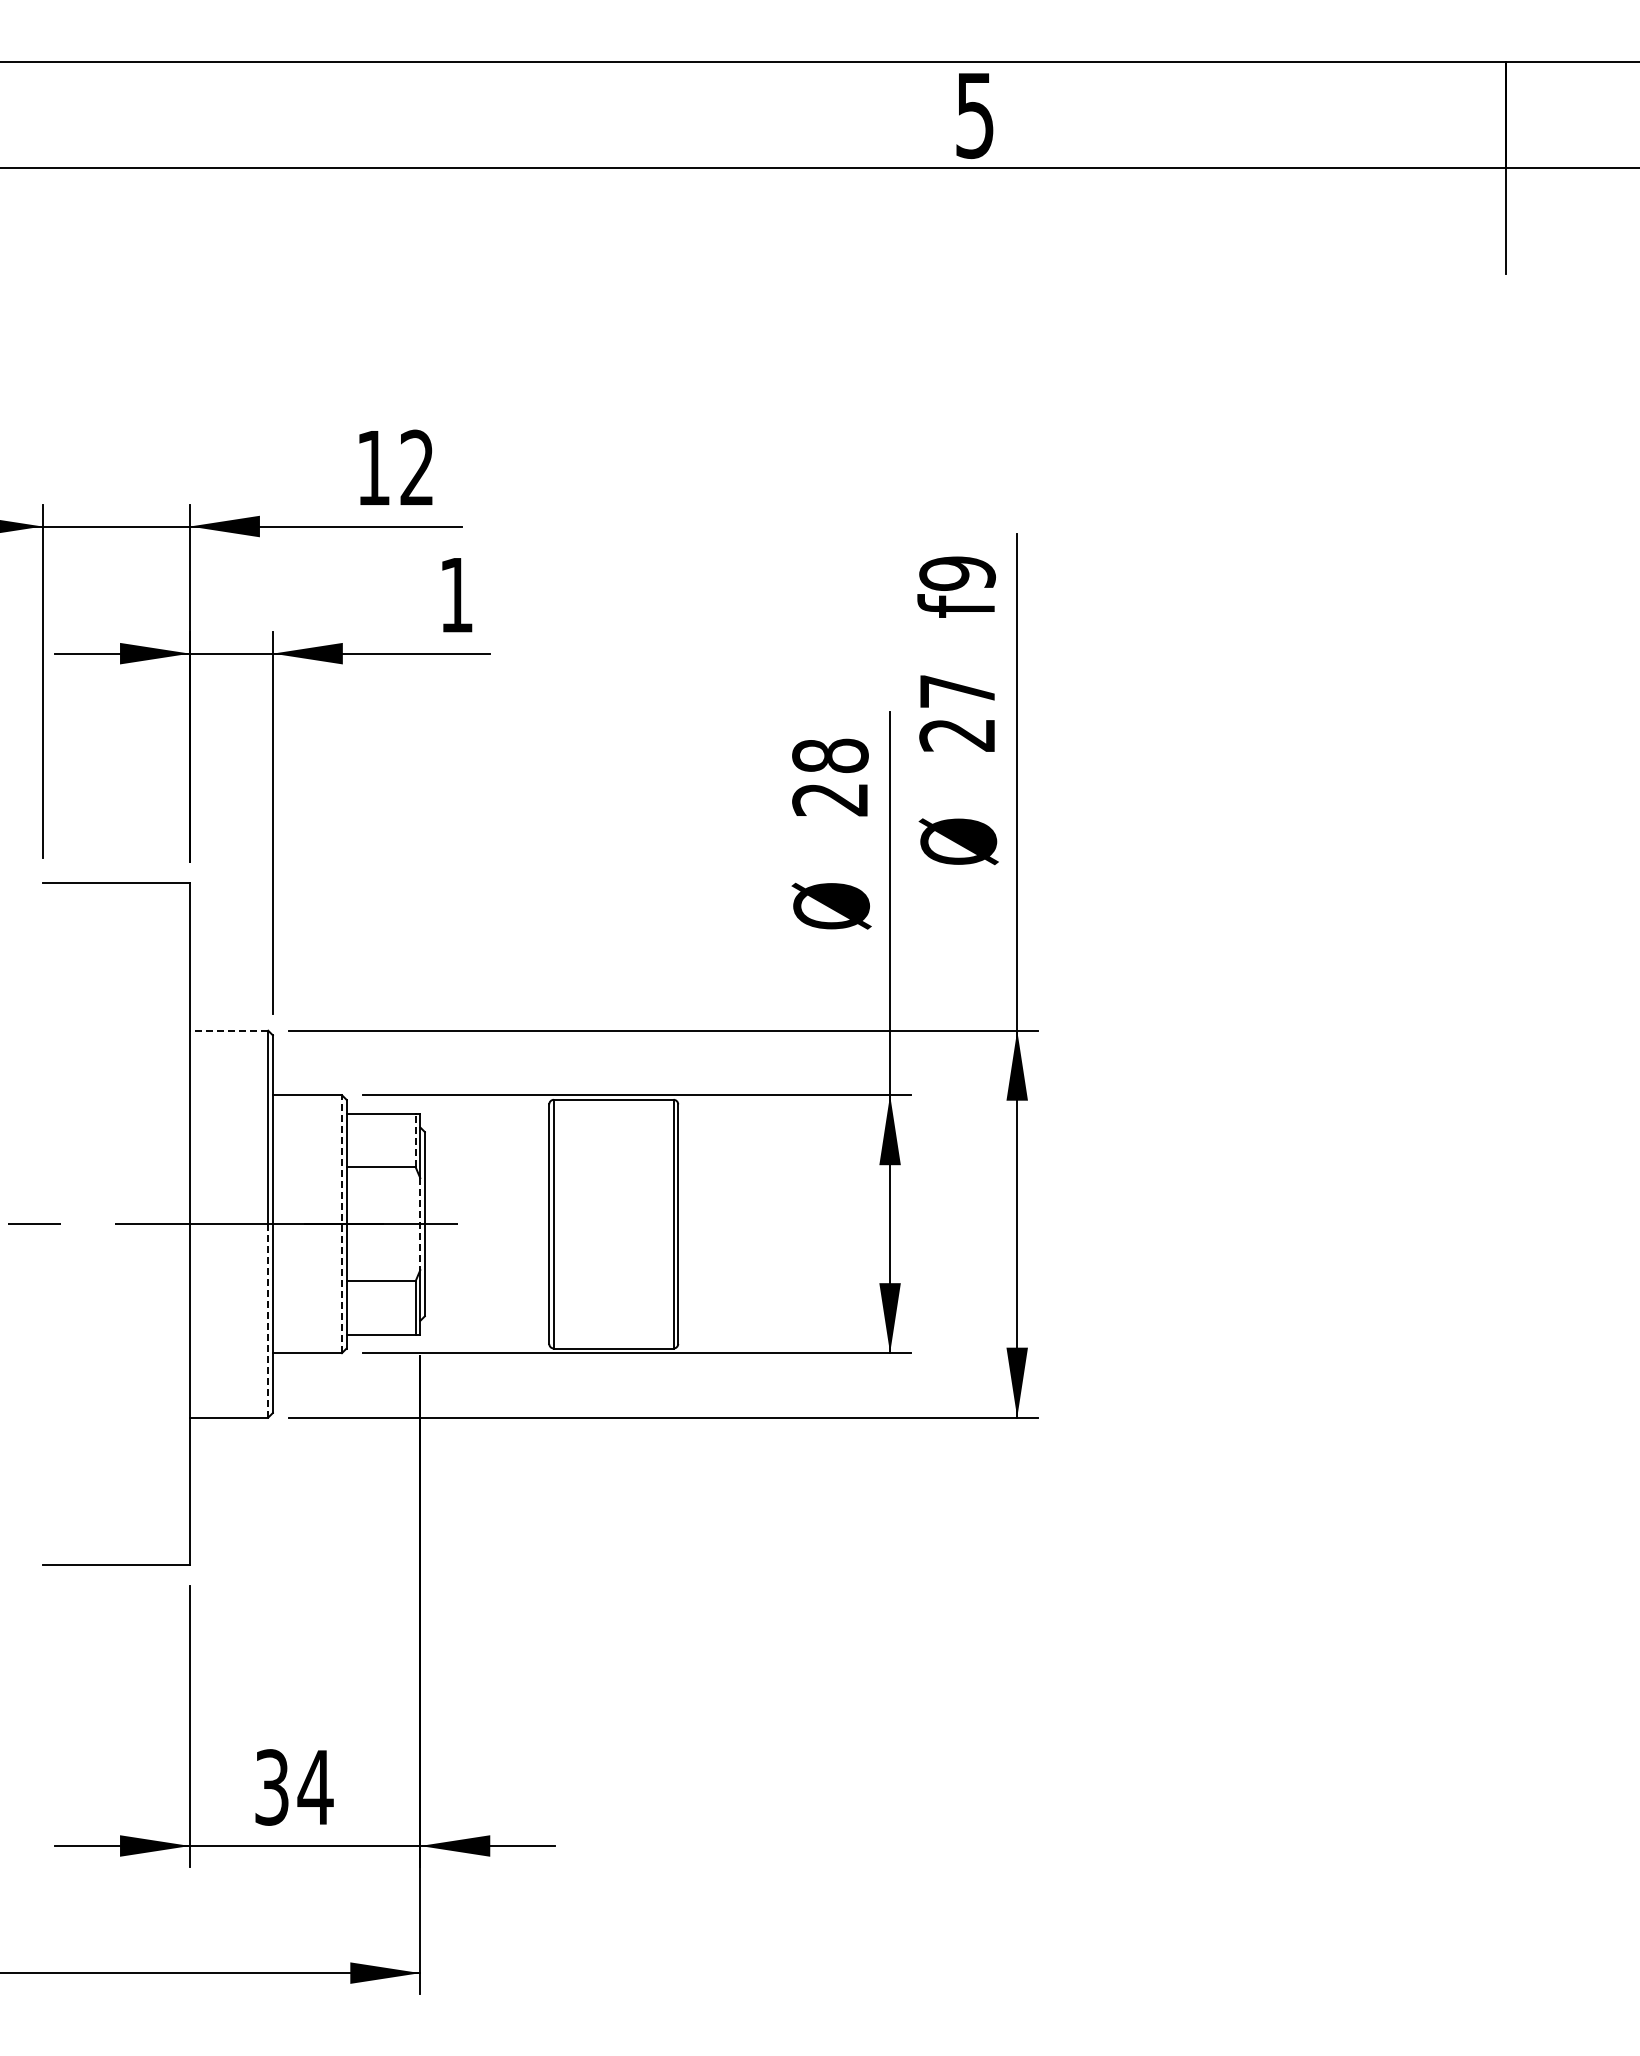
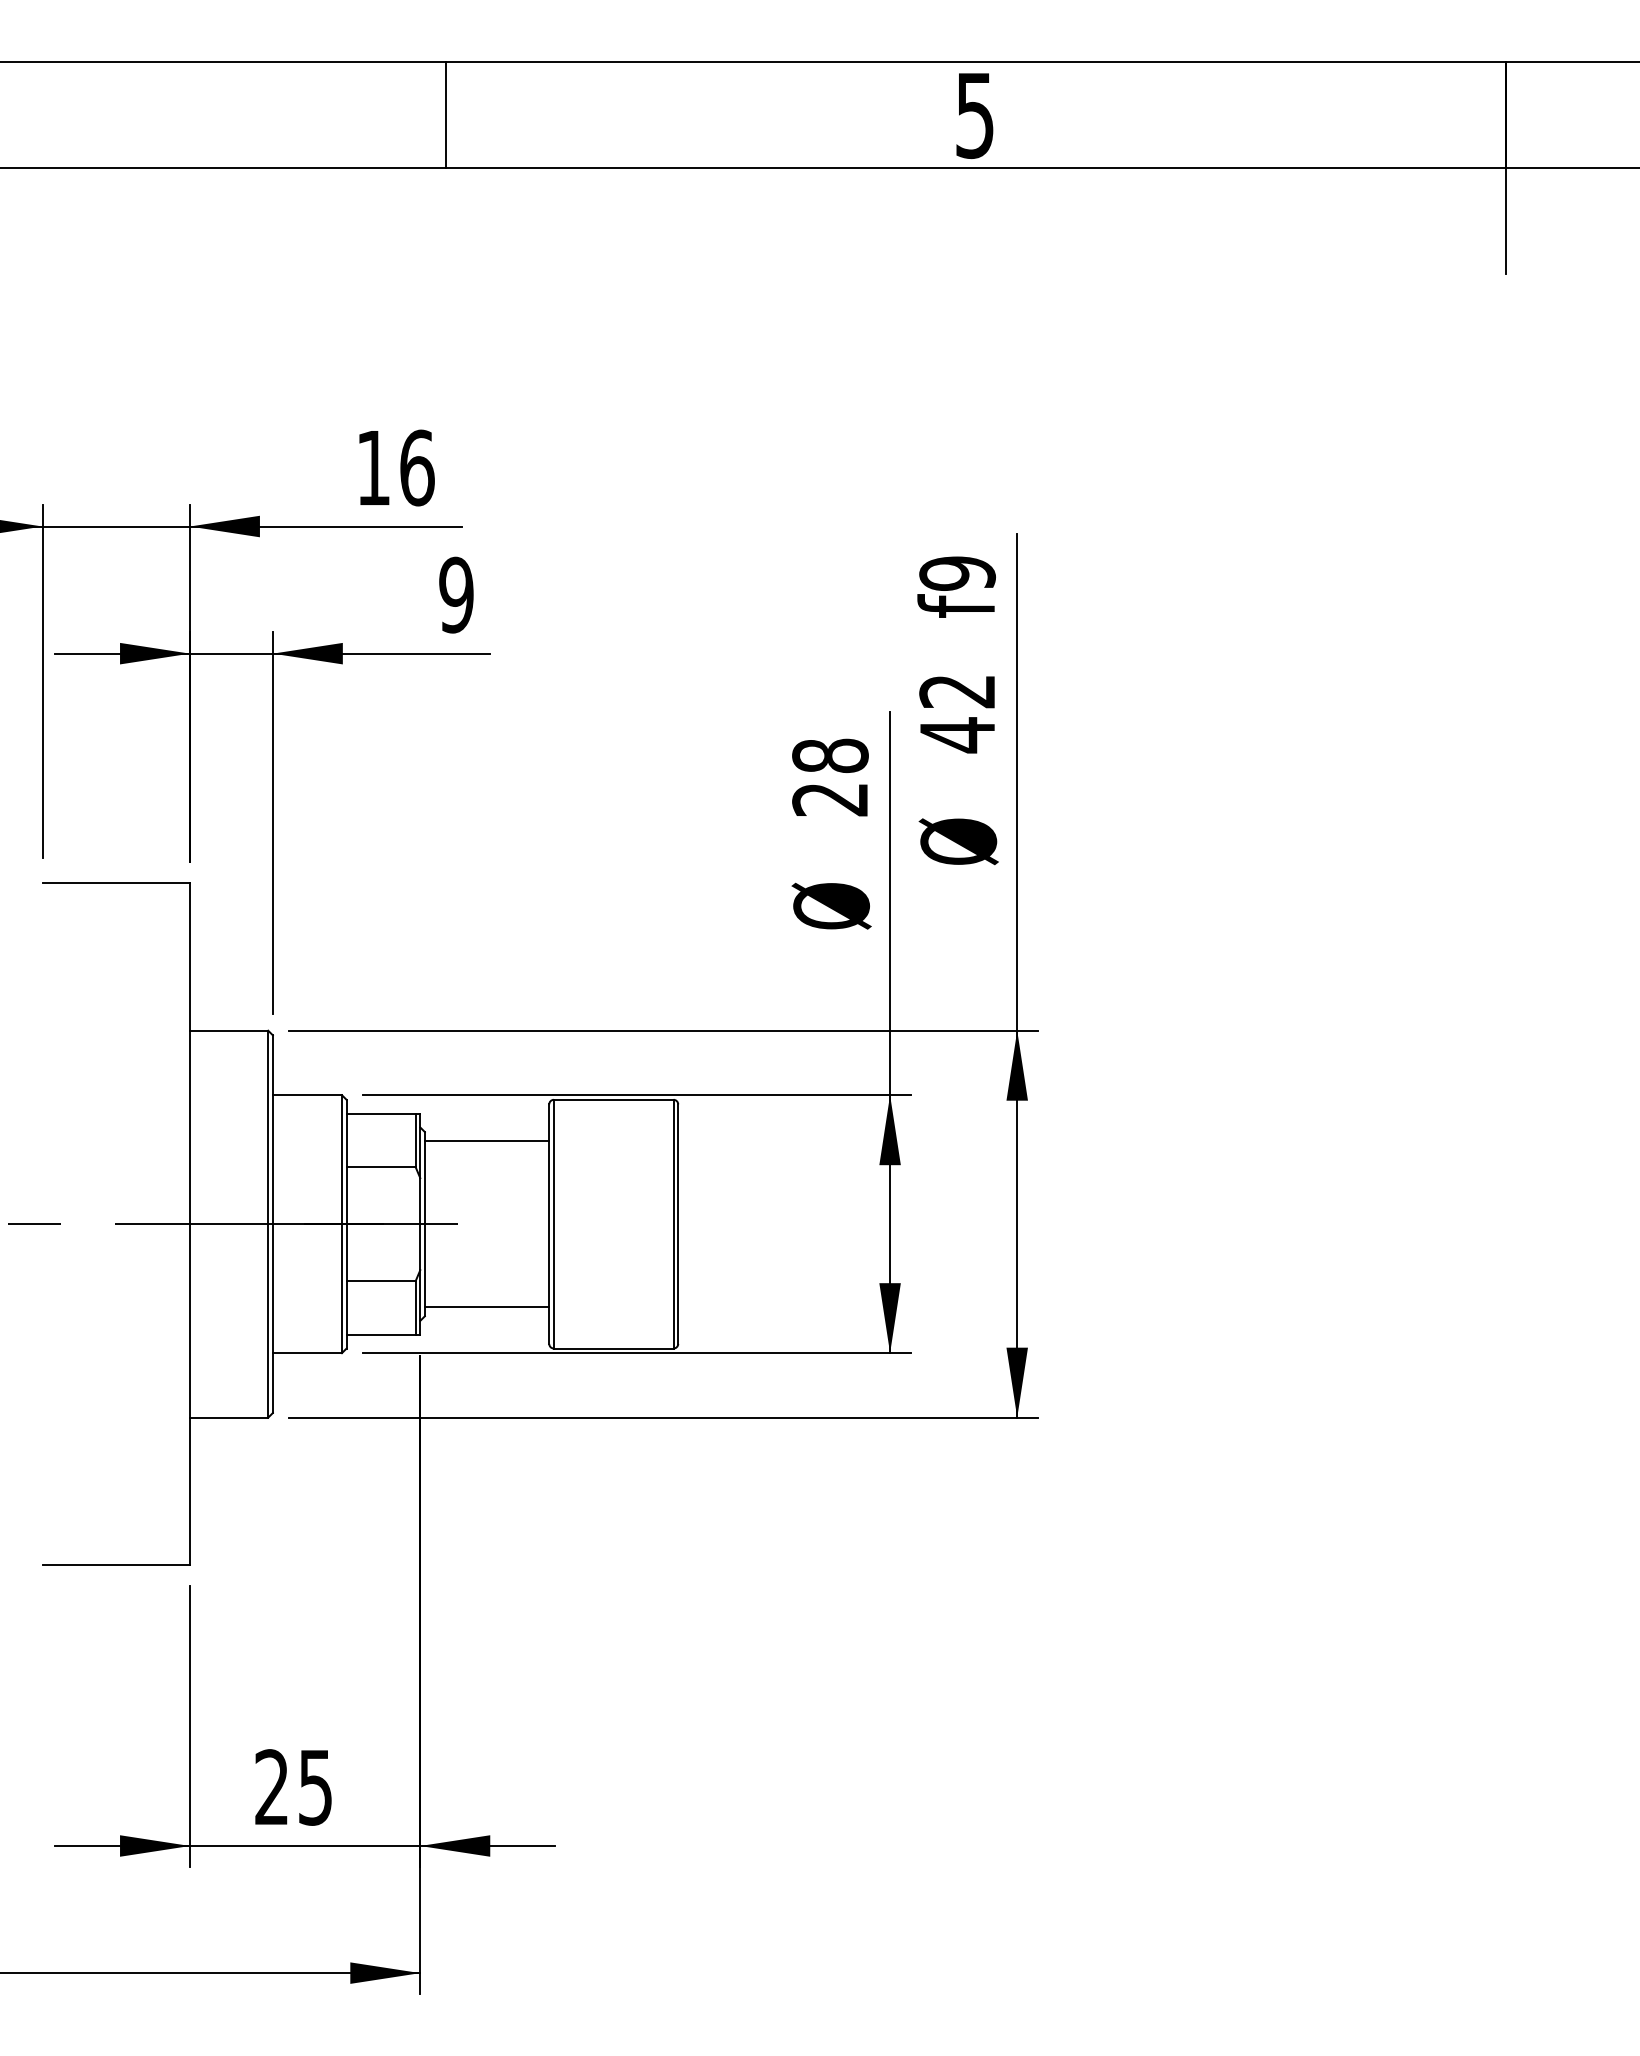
line at (446, 114): none -> present
text at (417, 467): 12 -> 16
text at (456, 594): 1 -> 9
text at (956, 714): 27 -> 42
line at (228, 1030): dashed -> solid
line at (415, 1140): dashed -> solid
line at (486, 1141): none -> present
line at (341, 1224): dashed -> solid
line at (420, 1224): dashed -> solid
line at (486, 1307): none -> present
line at (268, 1320): dashed -> solid
text at (294, 1787): 34 -> 25
